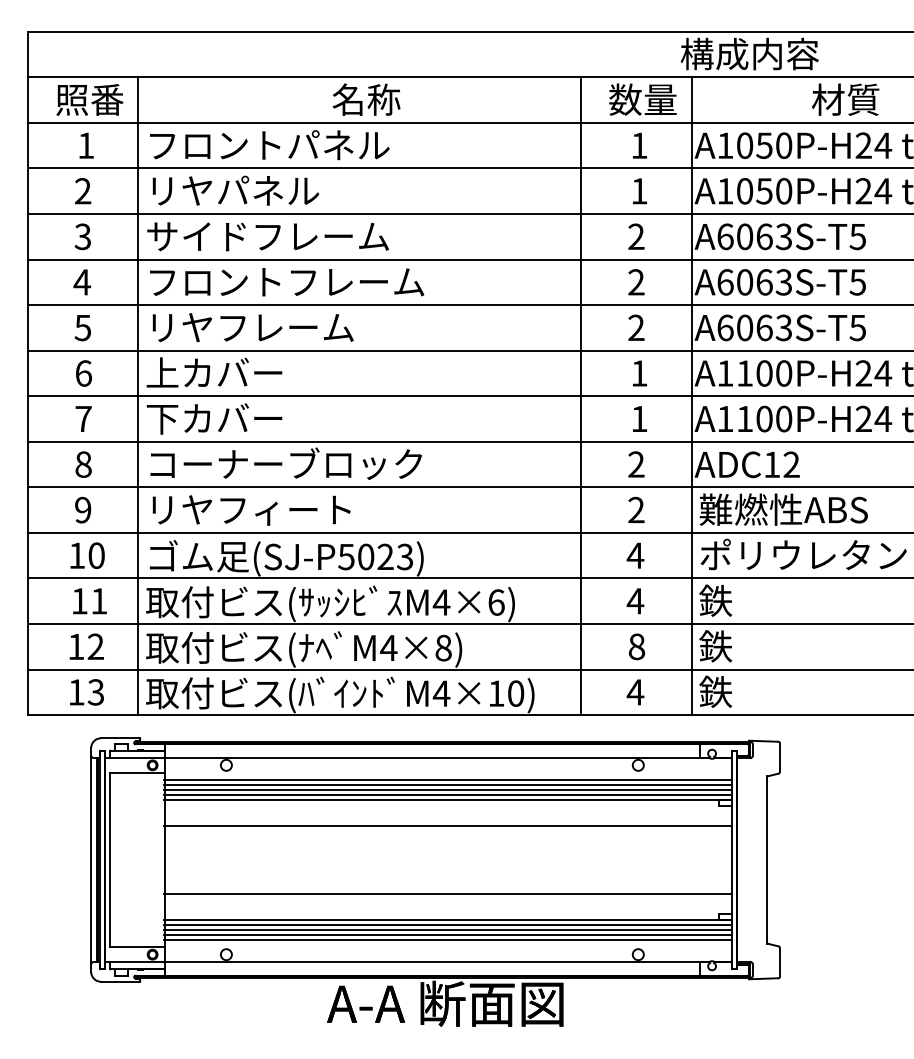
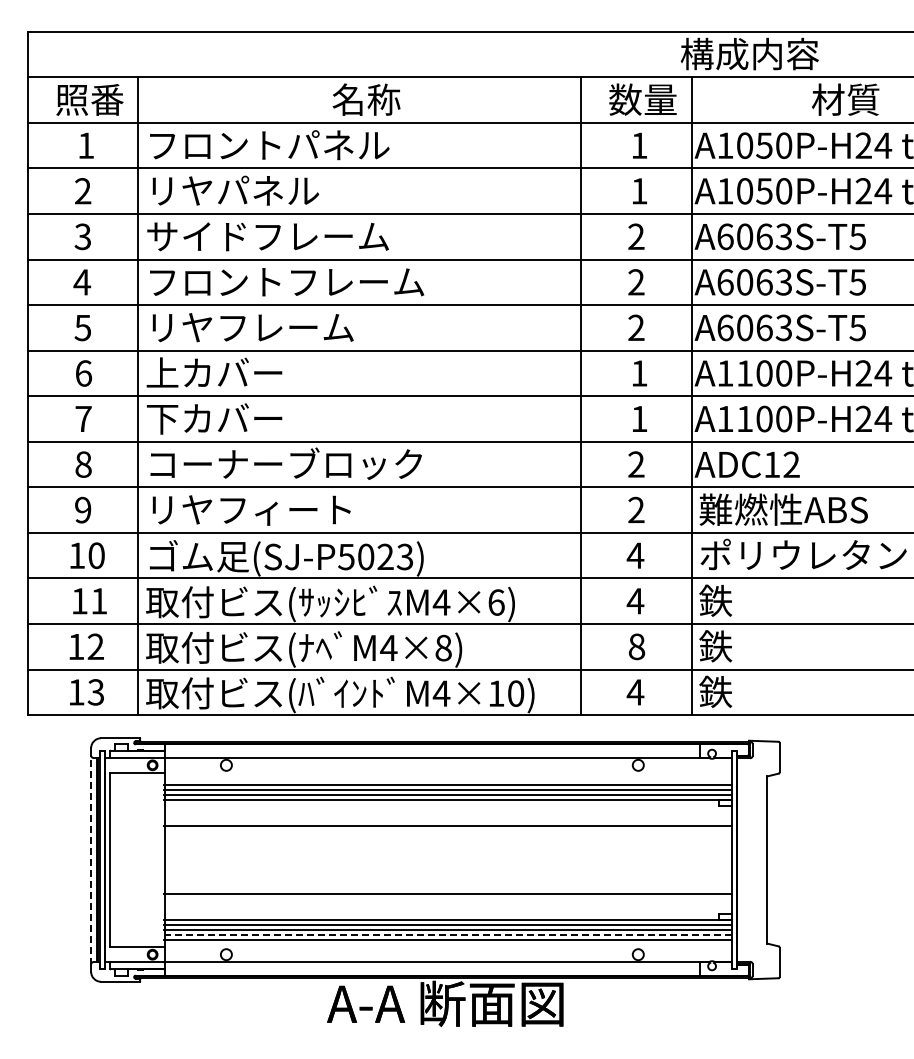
line at (447, 780): present -> none
line at (91, 860): solid -> dashed
line at (447, 935): solid -> dashed
